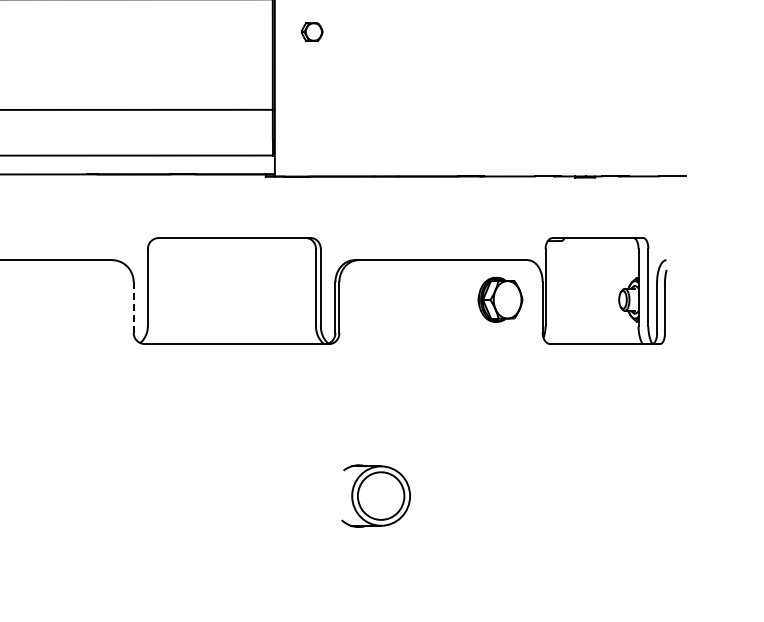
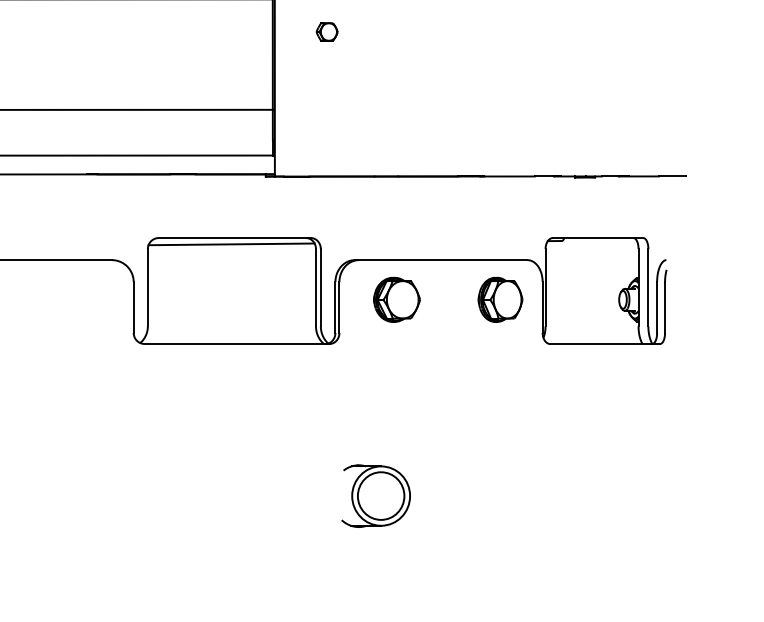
part at (311, 31) position: (311, 31) -> (326, 31)
line at (231, 244): none -> present
part at (396, 299): none -> present
line at (133, 307): dashed -> solid
